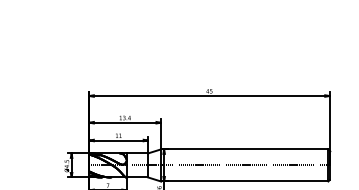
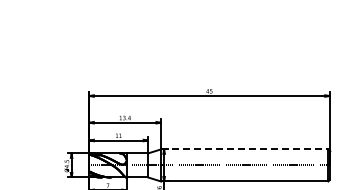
line at (244, 149): solid -> dashed
